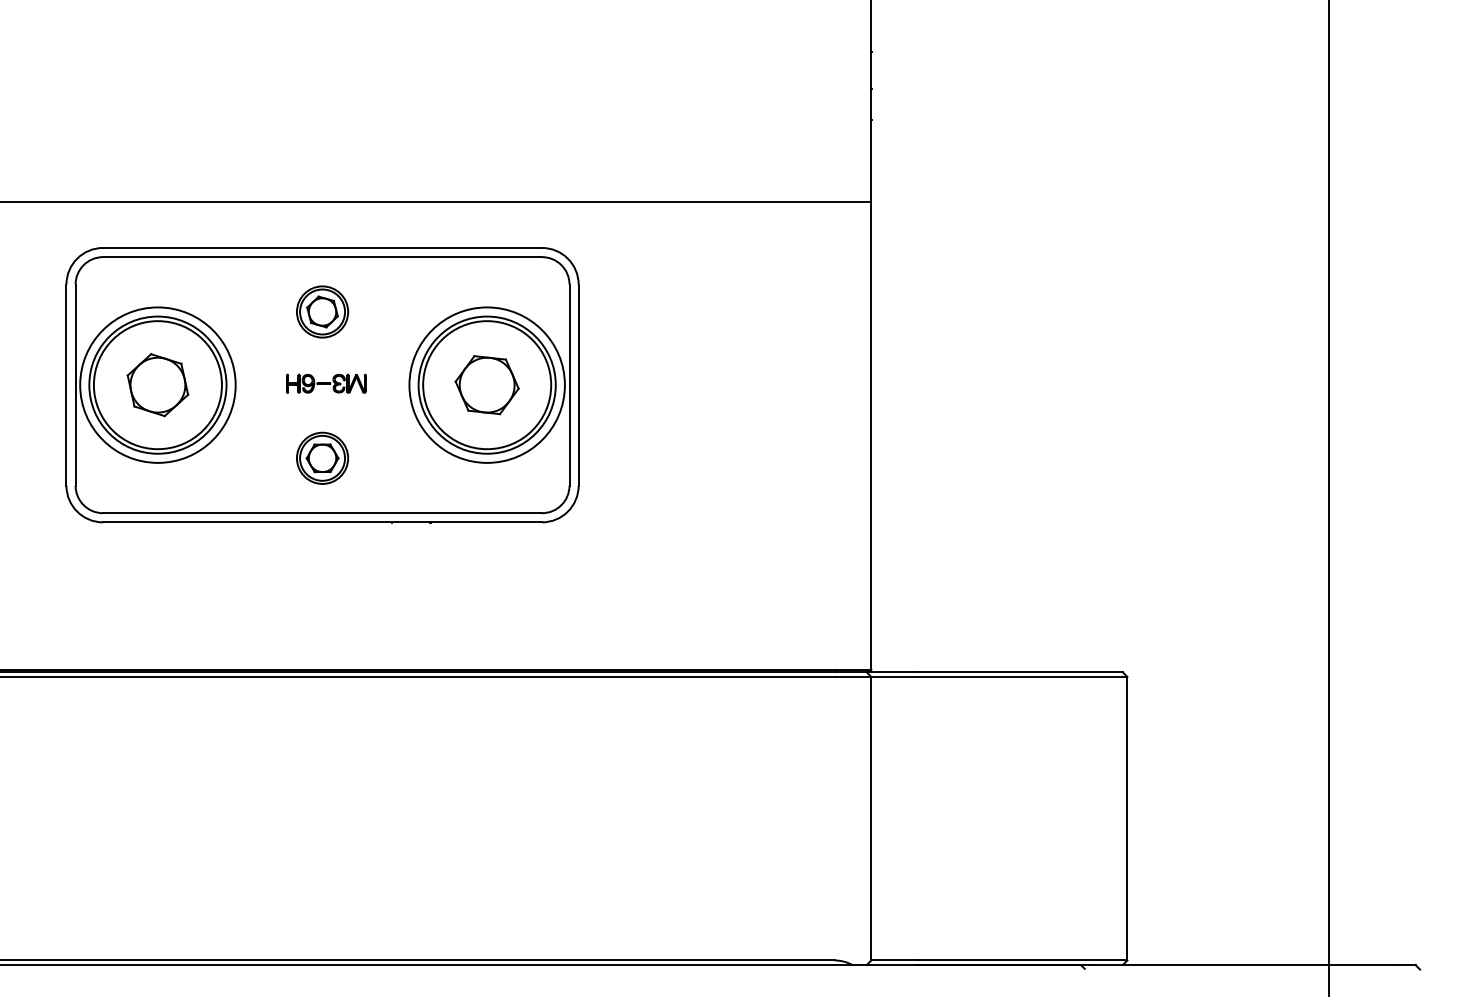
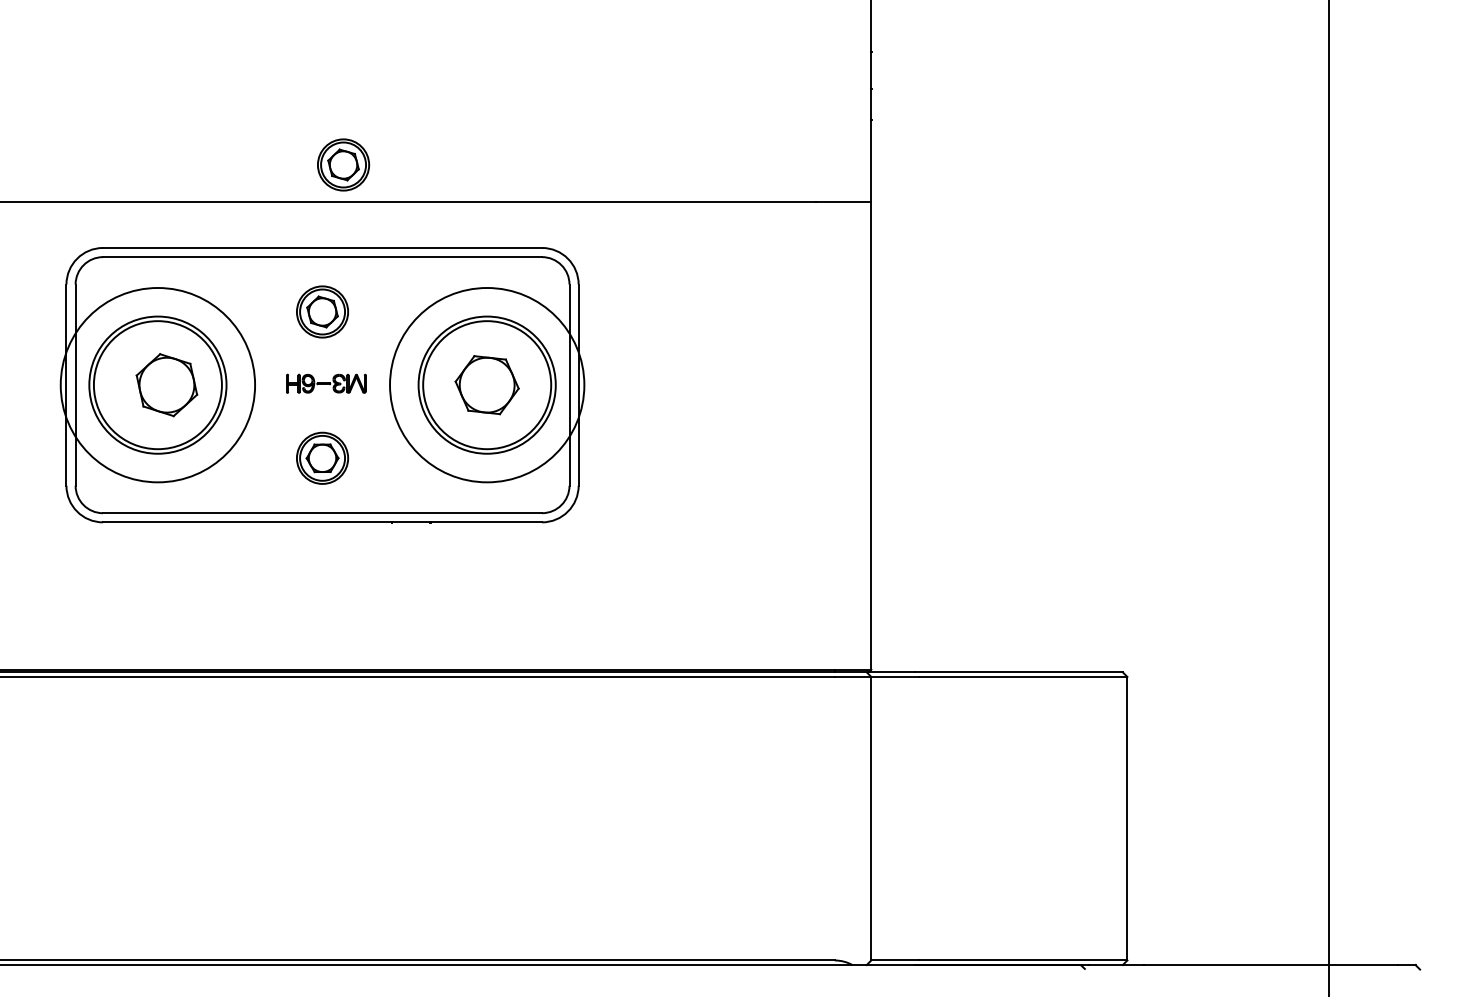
part at (343, 164): none -> present
circle at (157, 384) diameter: 155 px -> 194 px
circle at (486, 384) diameter: 155 px -> 194 px
part at (157, 385) position: (157, 385) -> (166, 385)
